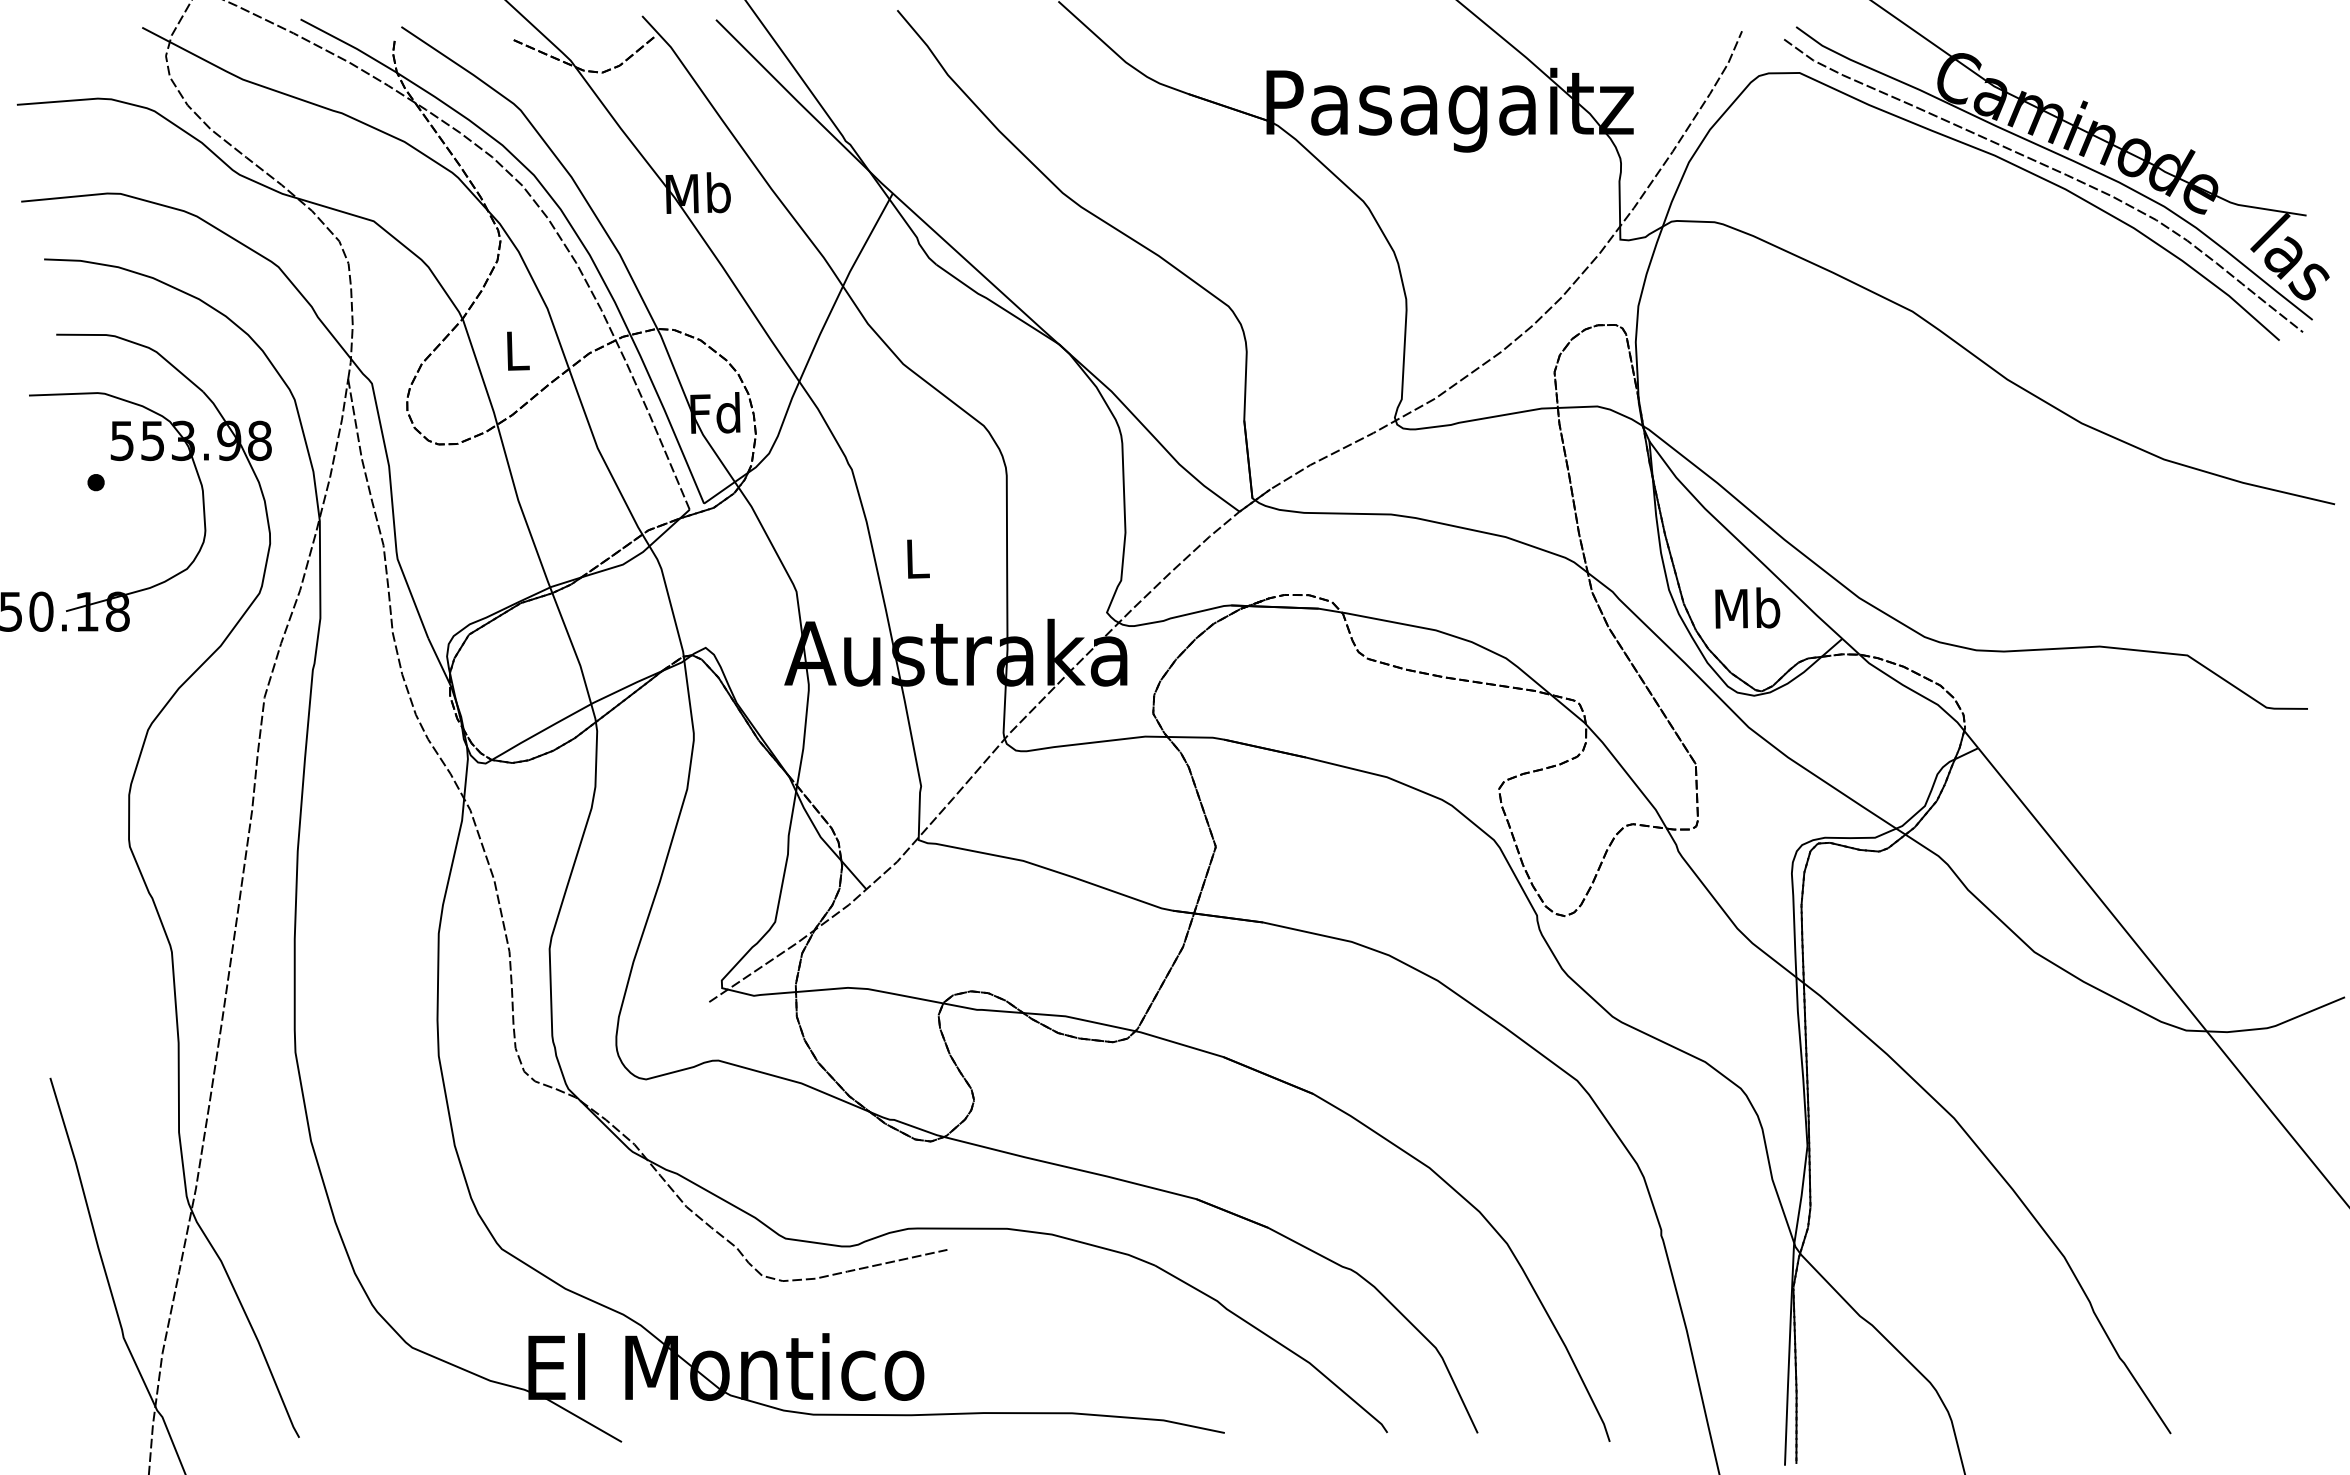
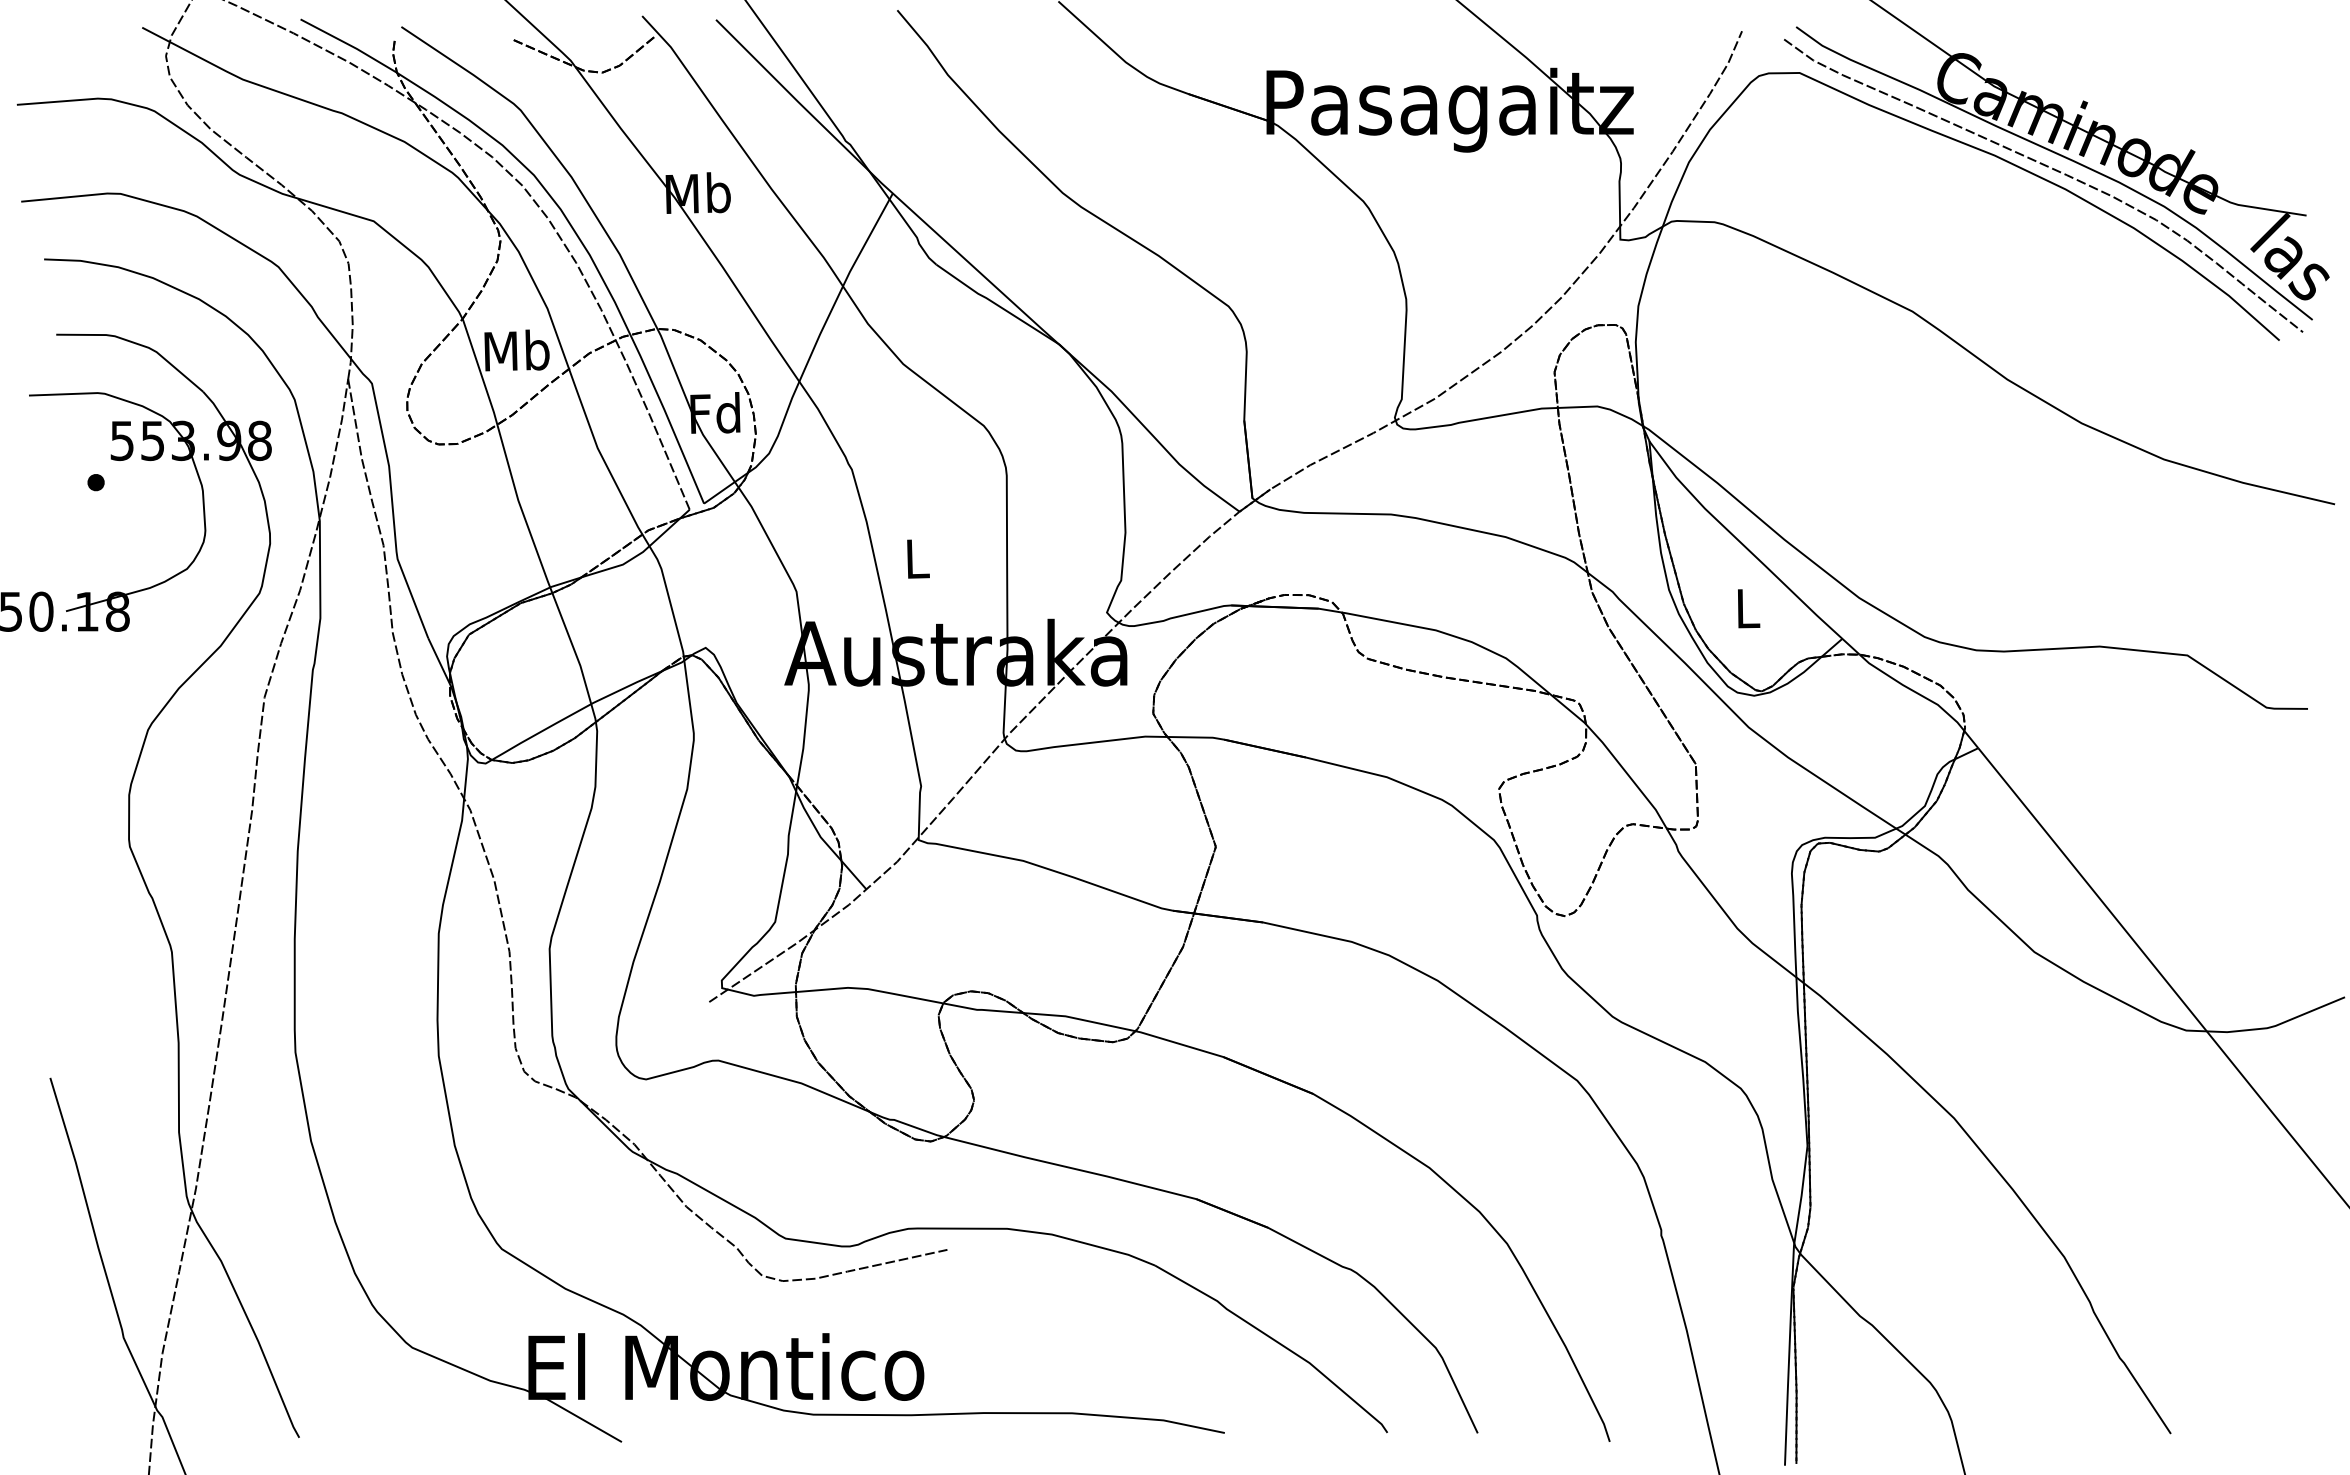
text at (516, 350): L -> Mb
text at (1747, 607): Mb -> L
